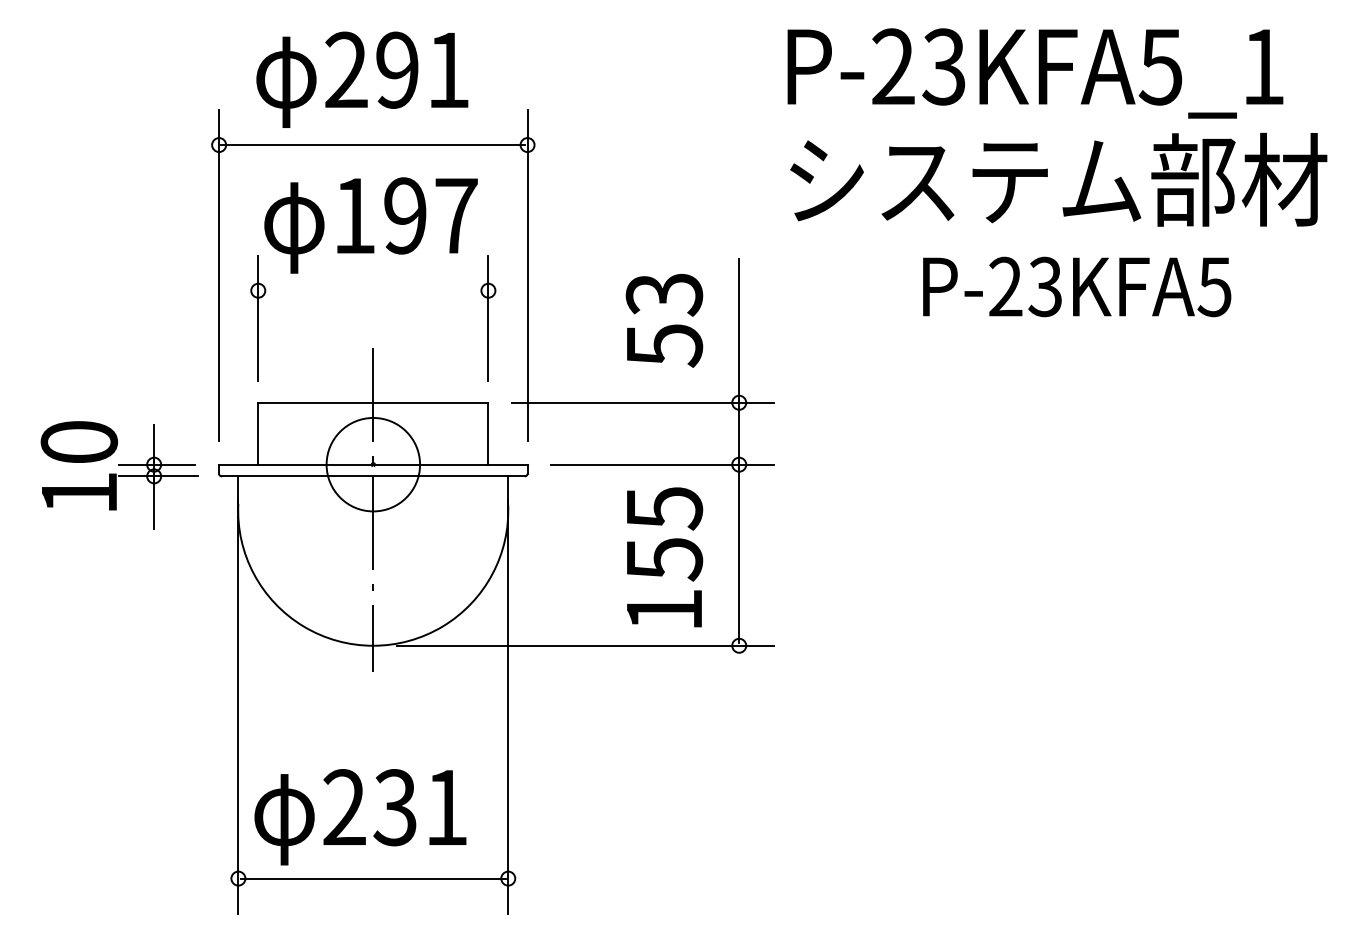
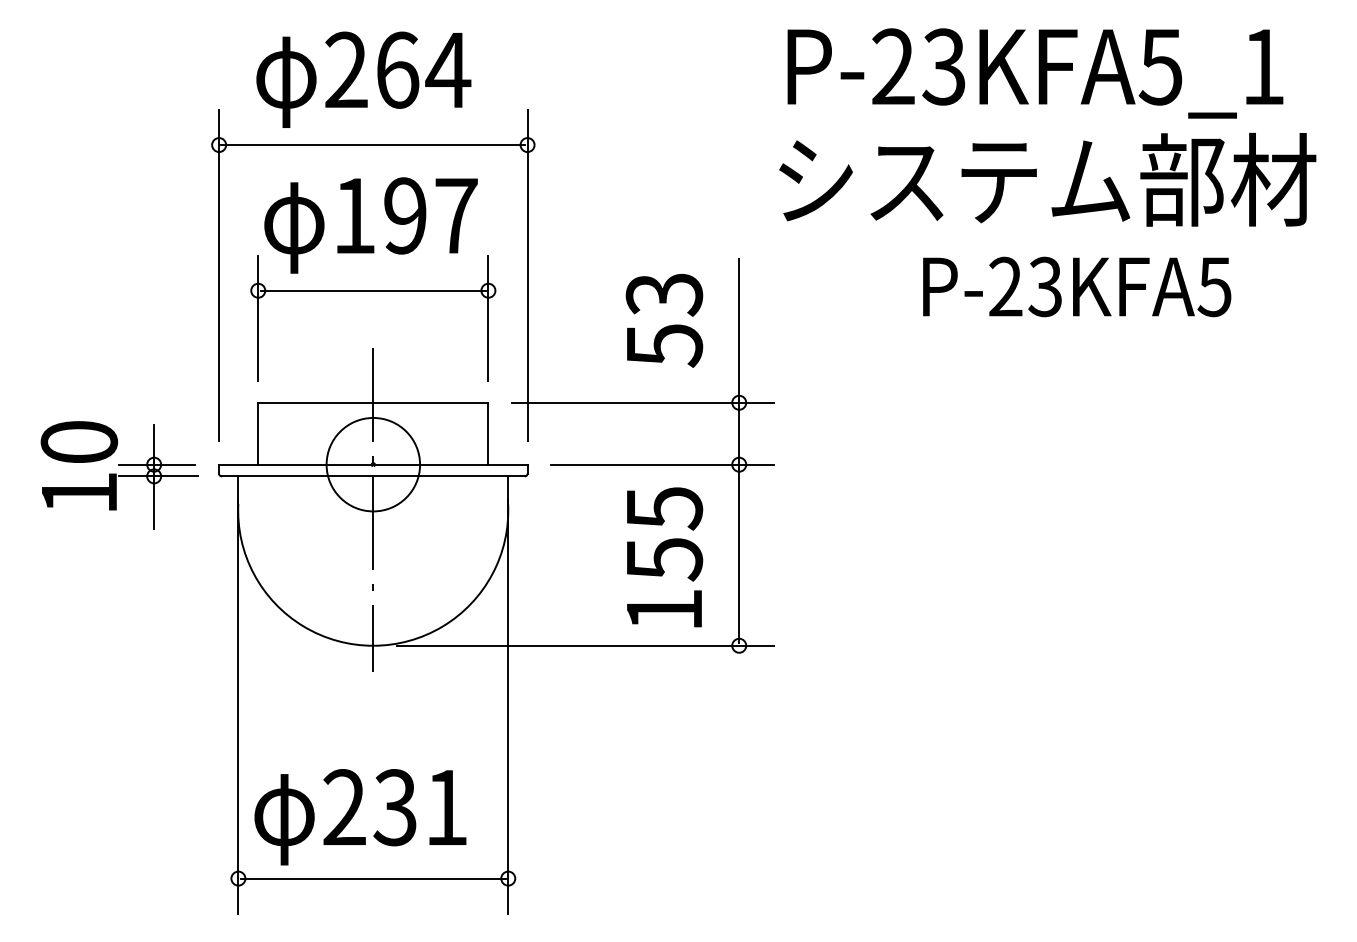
text at (423, 69): 291 -> 264
text at (1058, 179) position: (1058, 179) -> (1047, 179)
line at (373, 290): none -> present
